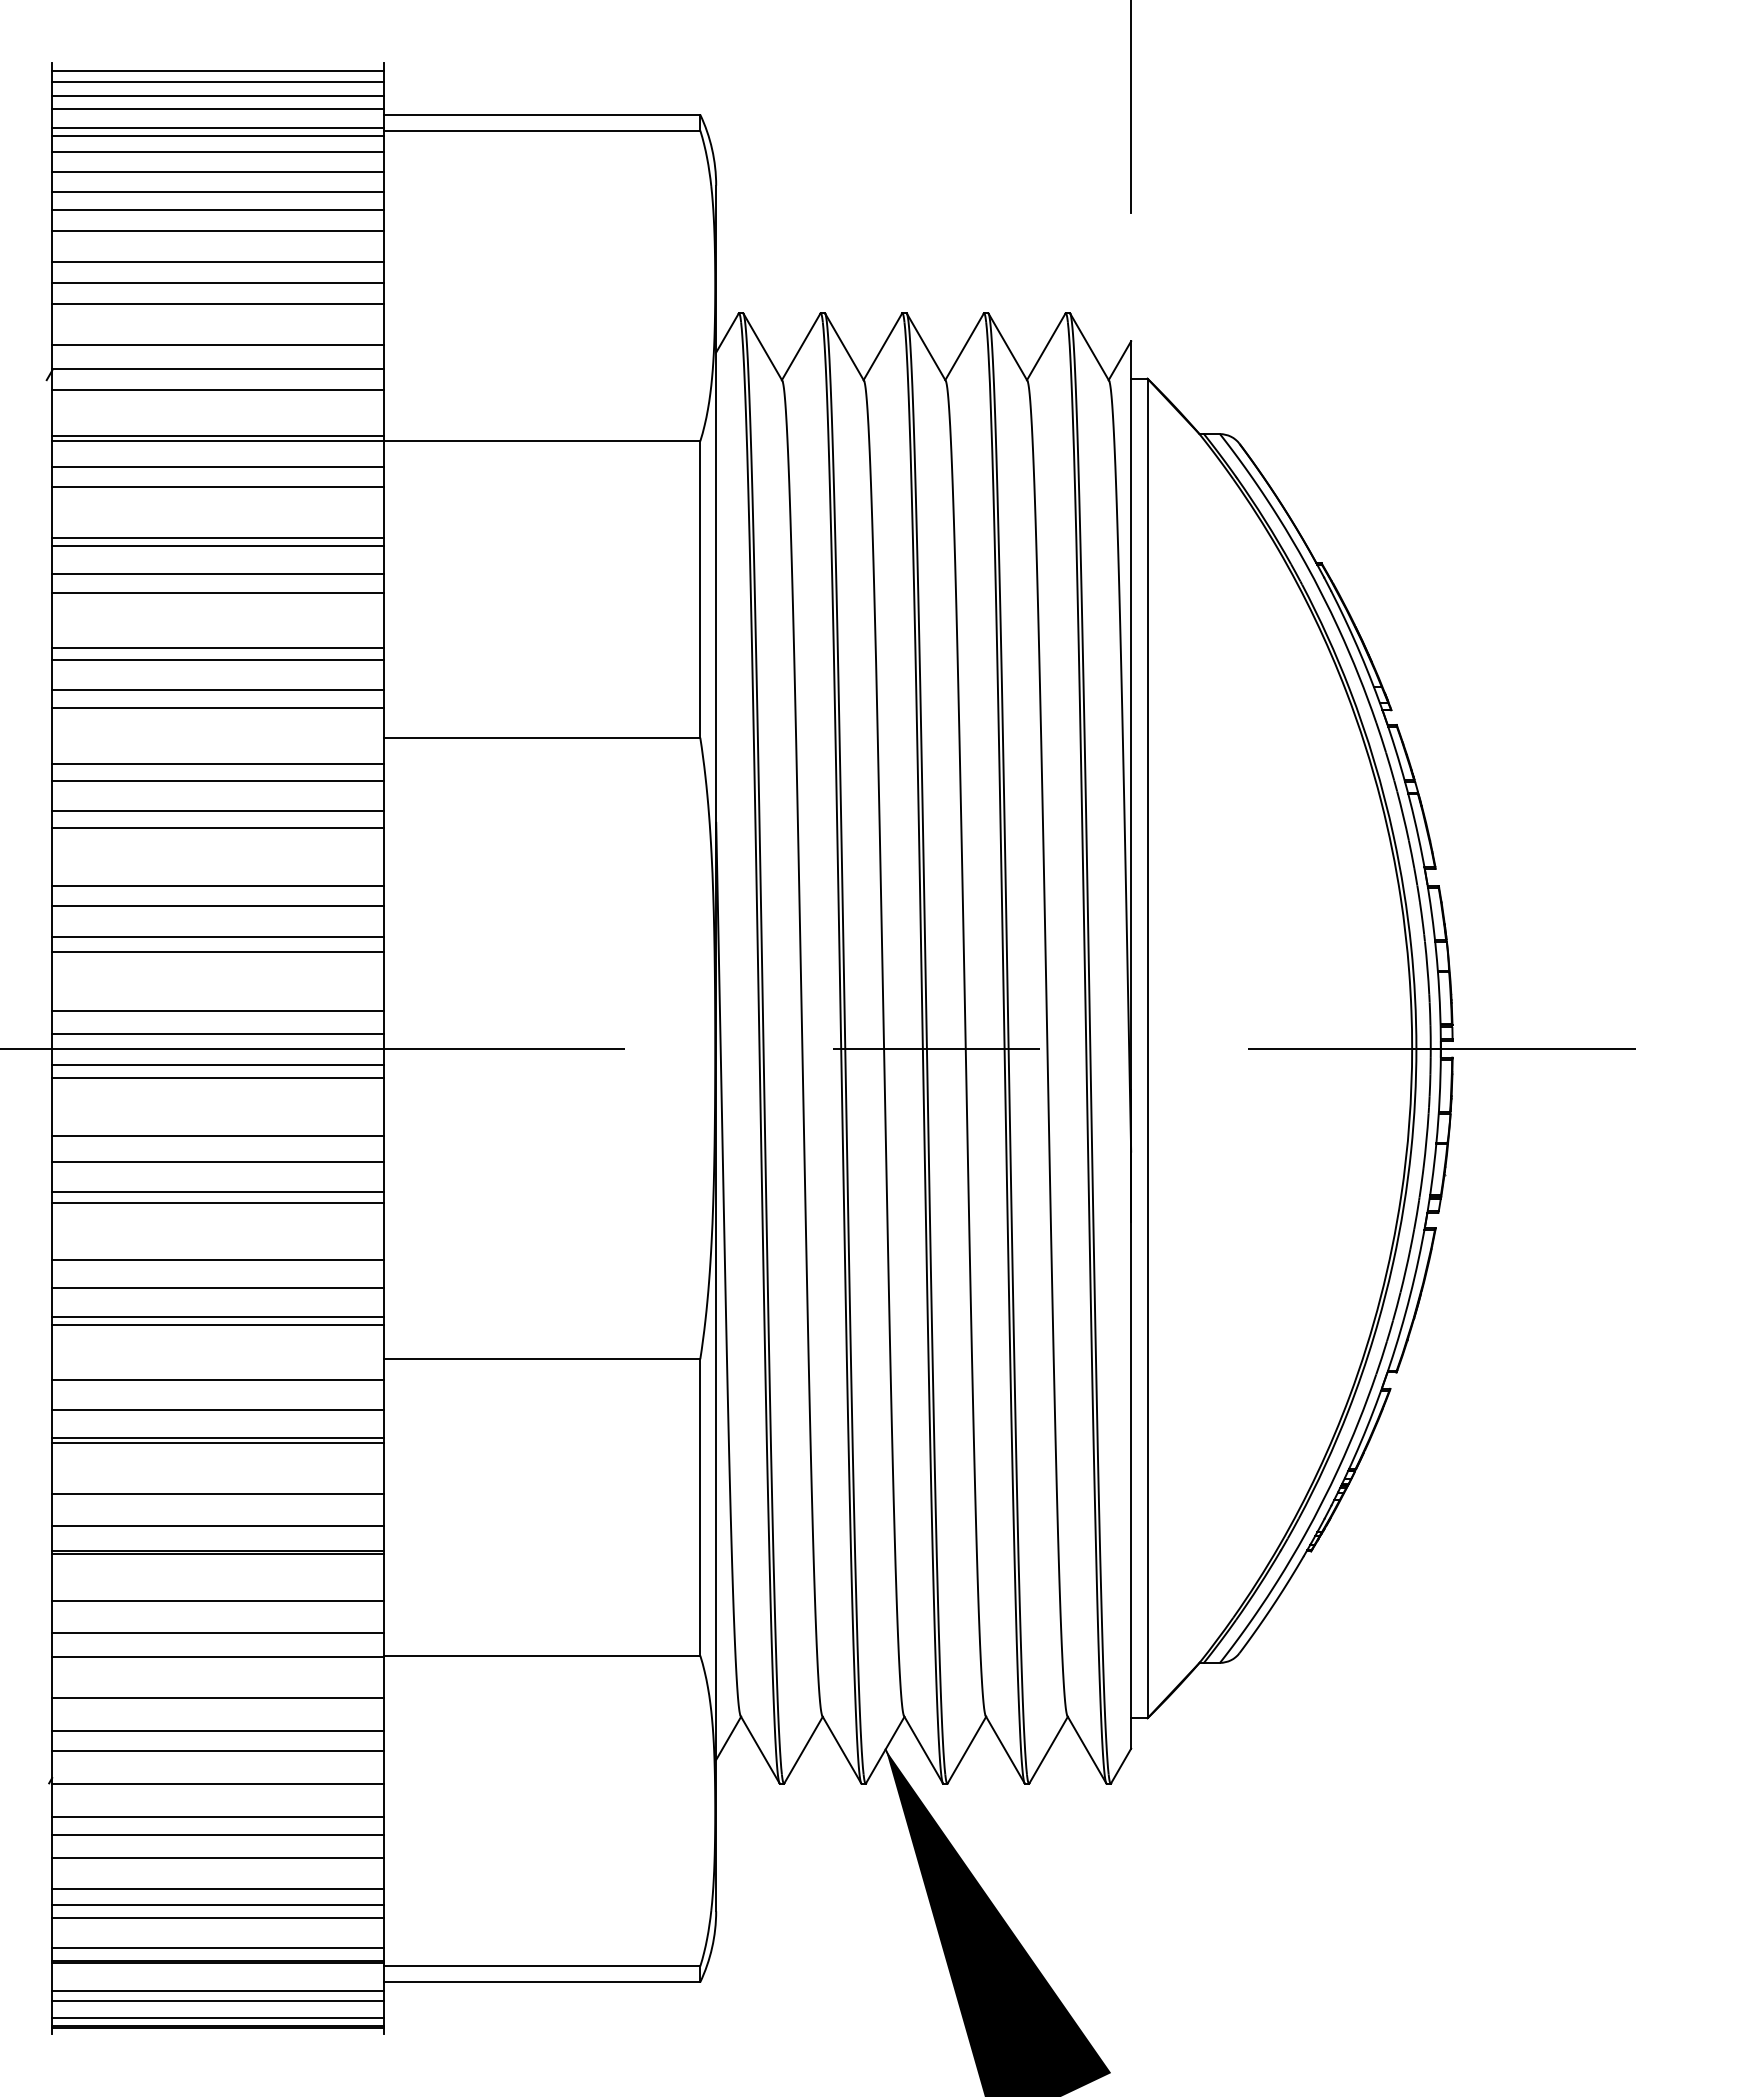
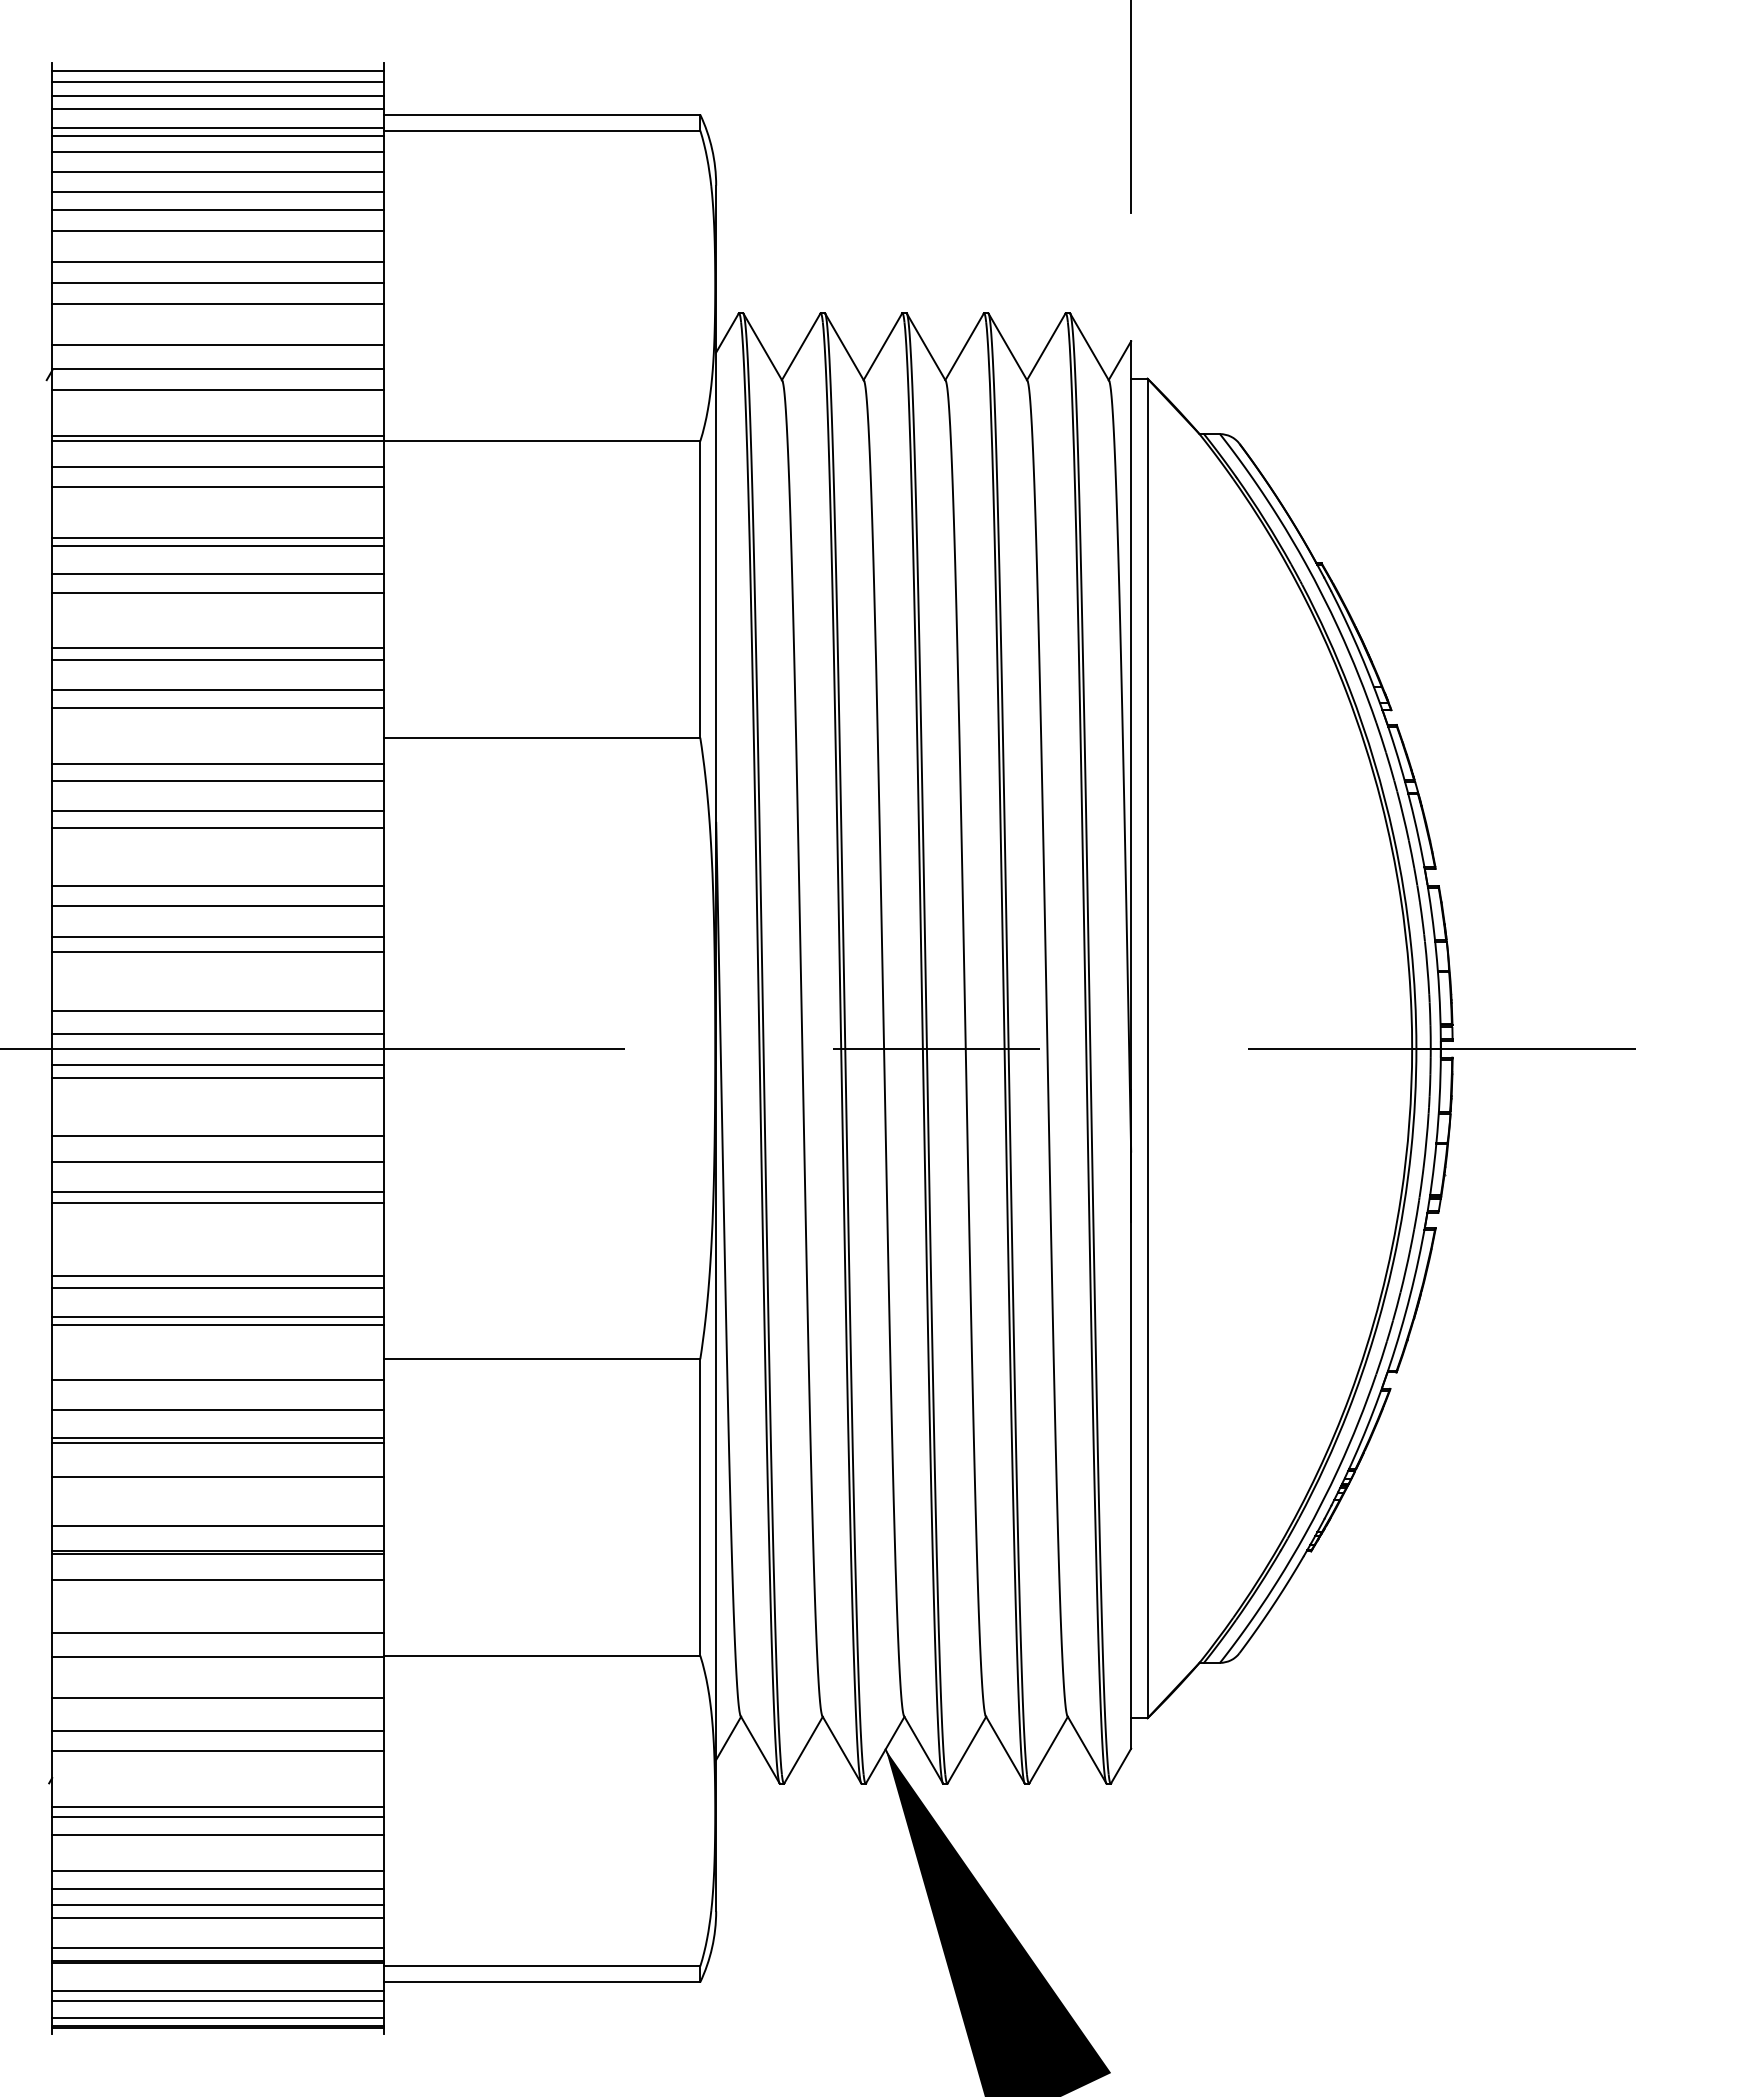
line at (218, 1259) position: (218, 1259) -> (218, 1275)
line at (218, 1494) position: (218, 1494) -> (218, 1477)
line at (218, 1600) position: (218, 1600) -> (218, 1579)
line at (218, 1784) position: (218, 1784) -> (218, 1807)
line at (218, 1857) position: (218, 1857) -> (218, 1870)
